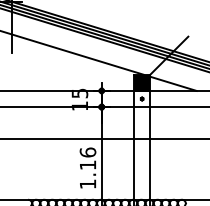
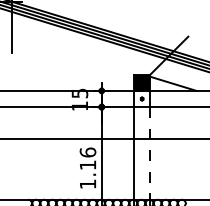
line at (72, 52): present -> none
line at (150, 153): solid -> dashed
